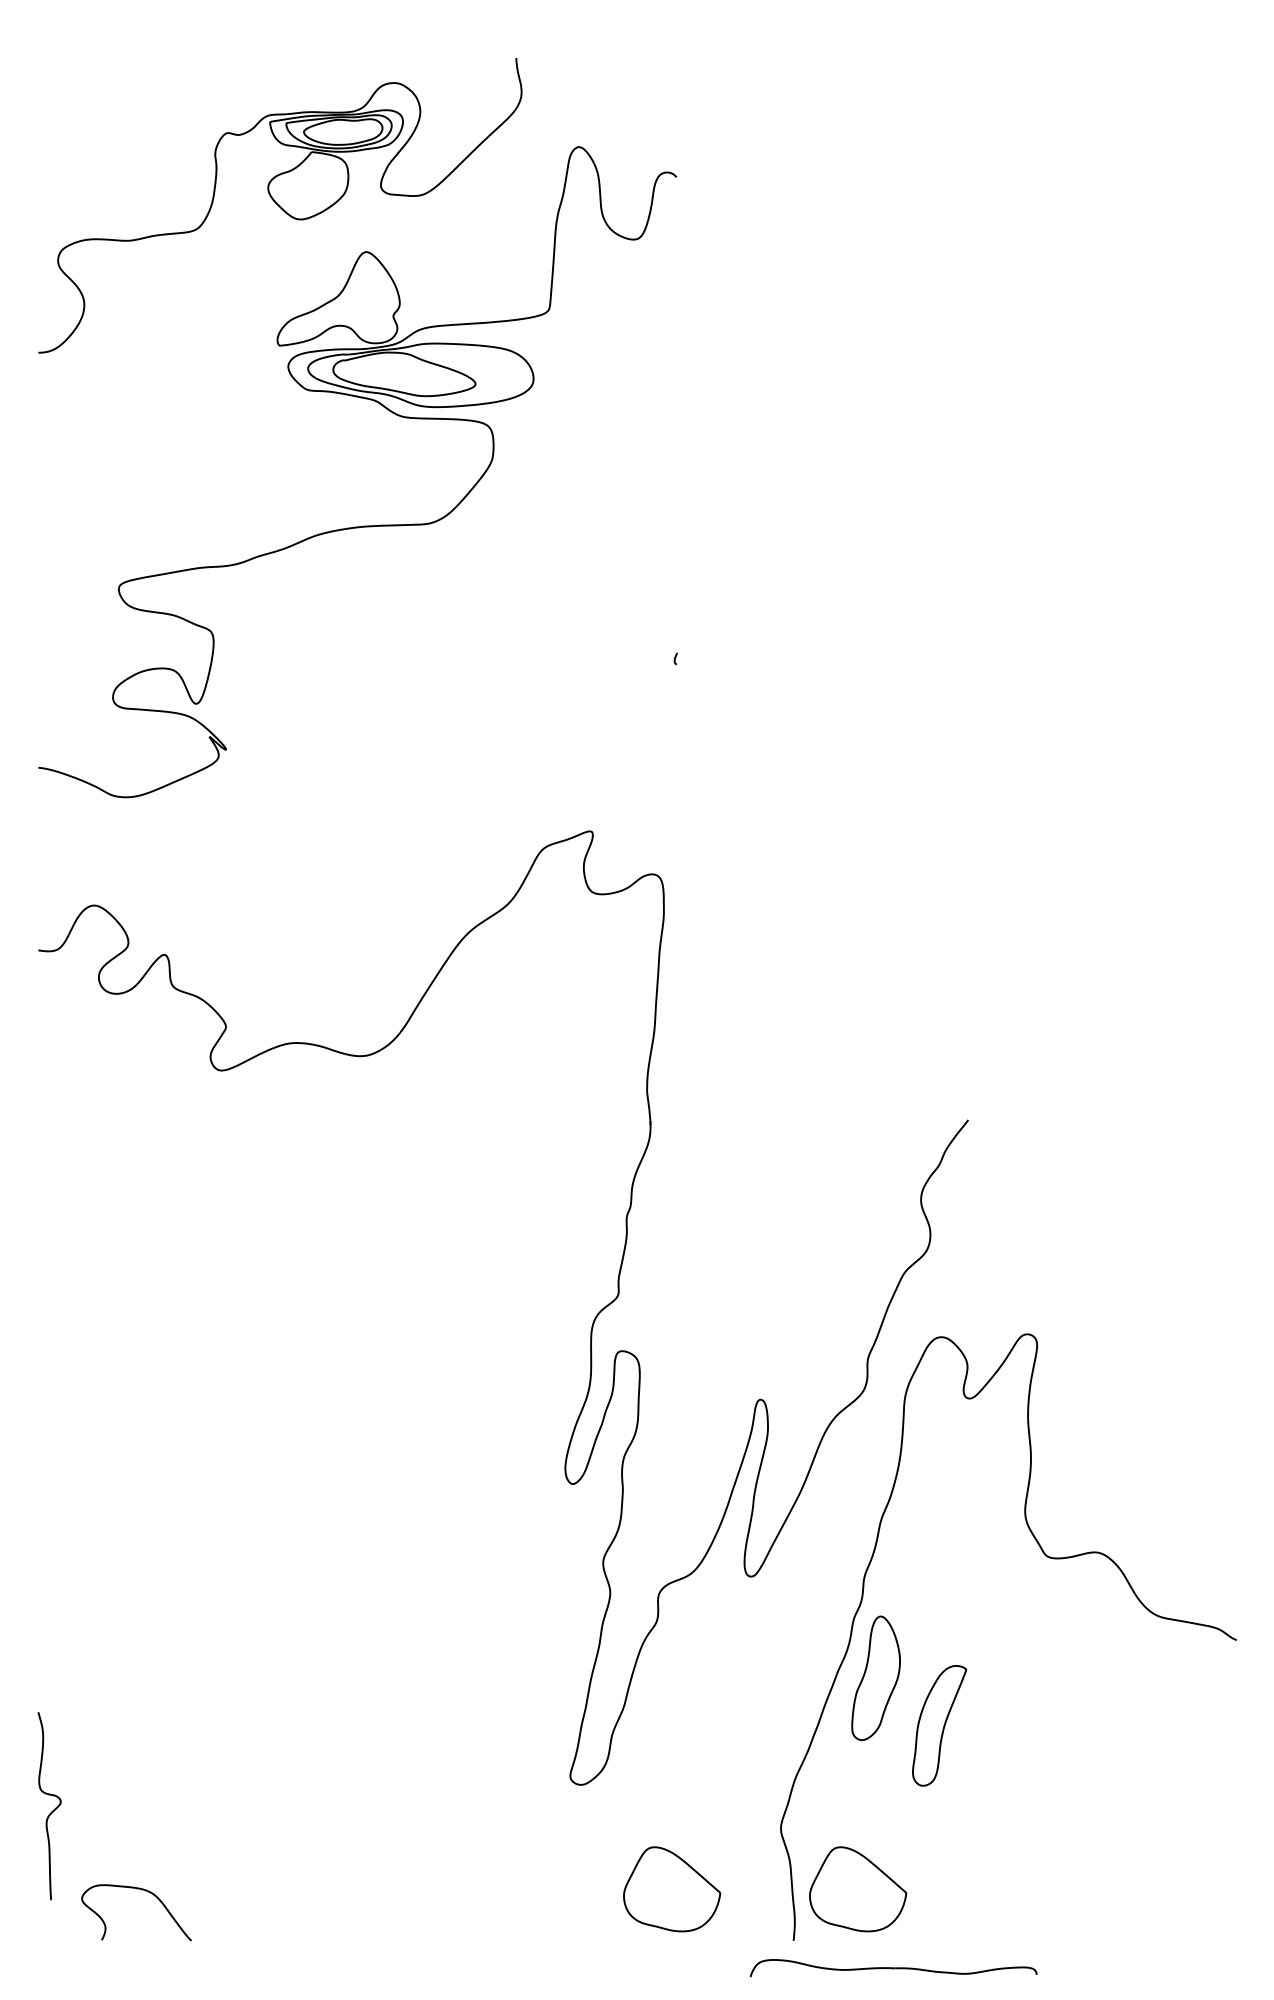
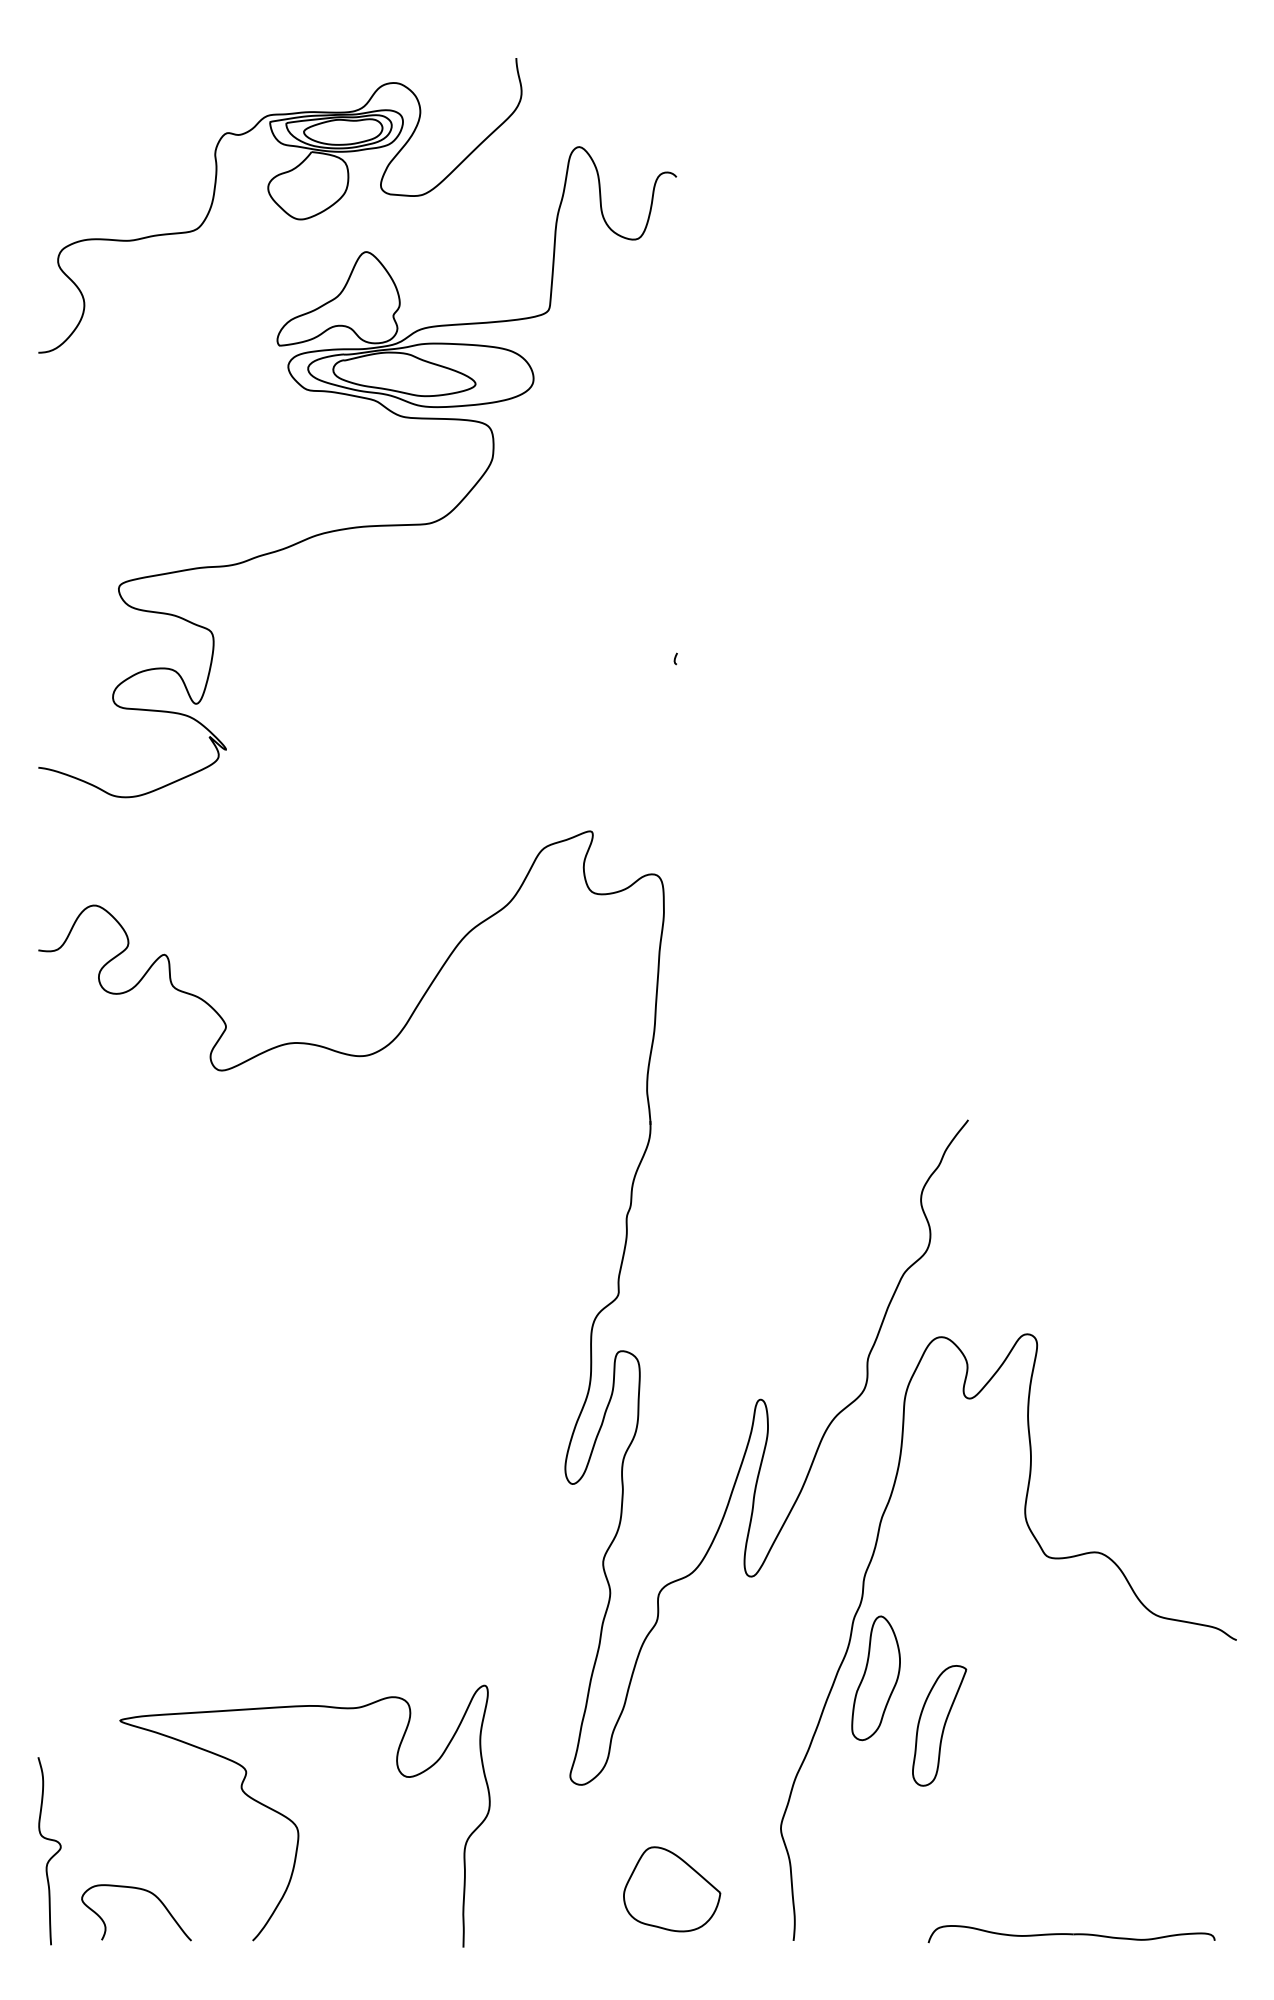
curve at (53, 1809) position: (53, 1809) -> (53, 1854)
curve at (295, 1823): none -> present
part at (858, 1889): present -> none
part at (893, 1968) position: (893, 1968) -> (1071, 1934)
